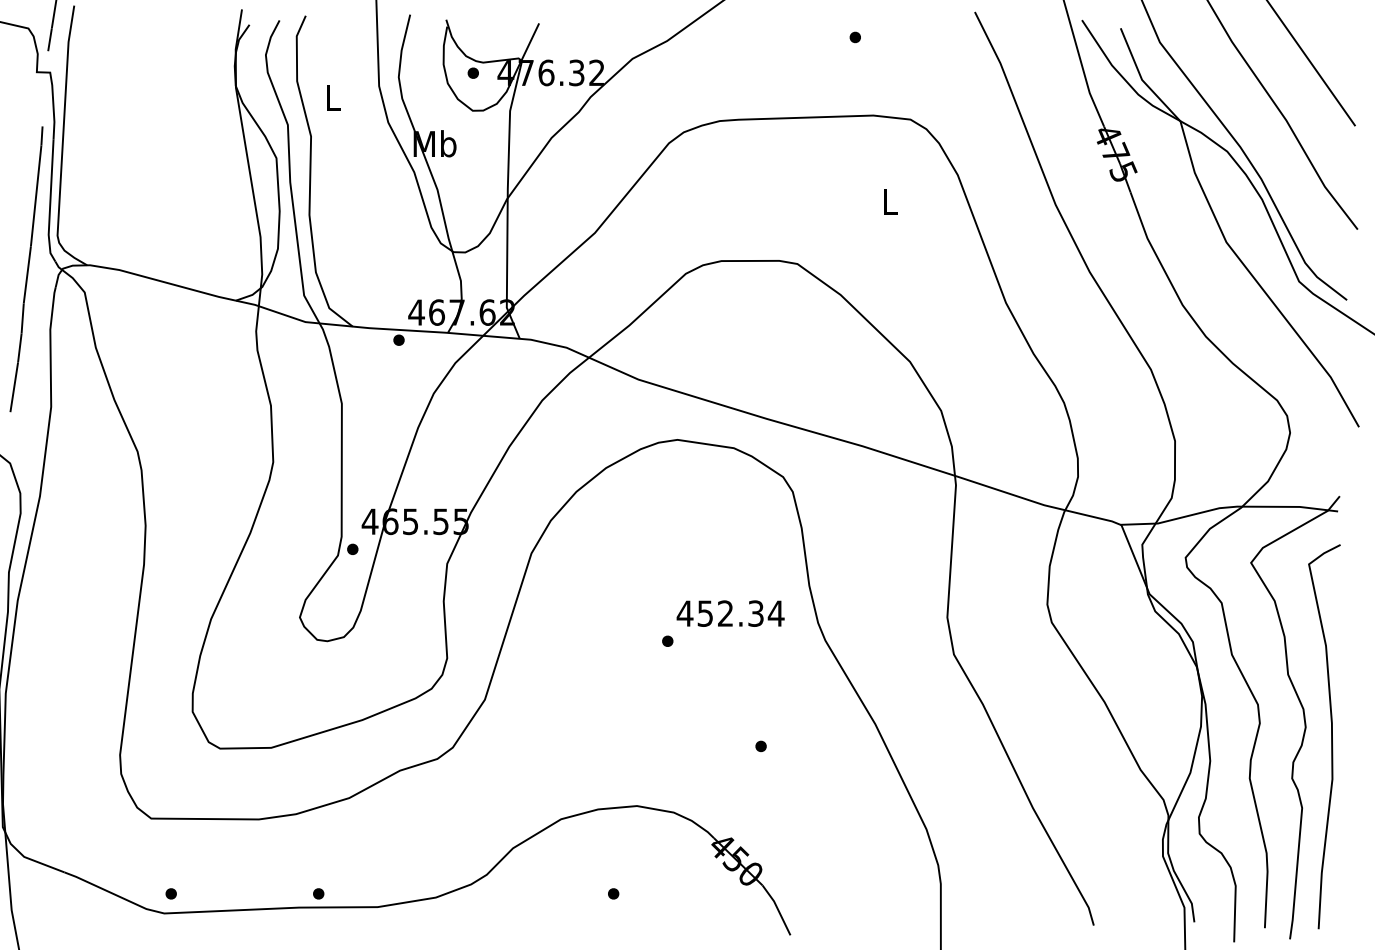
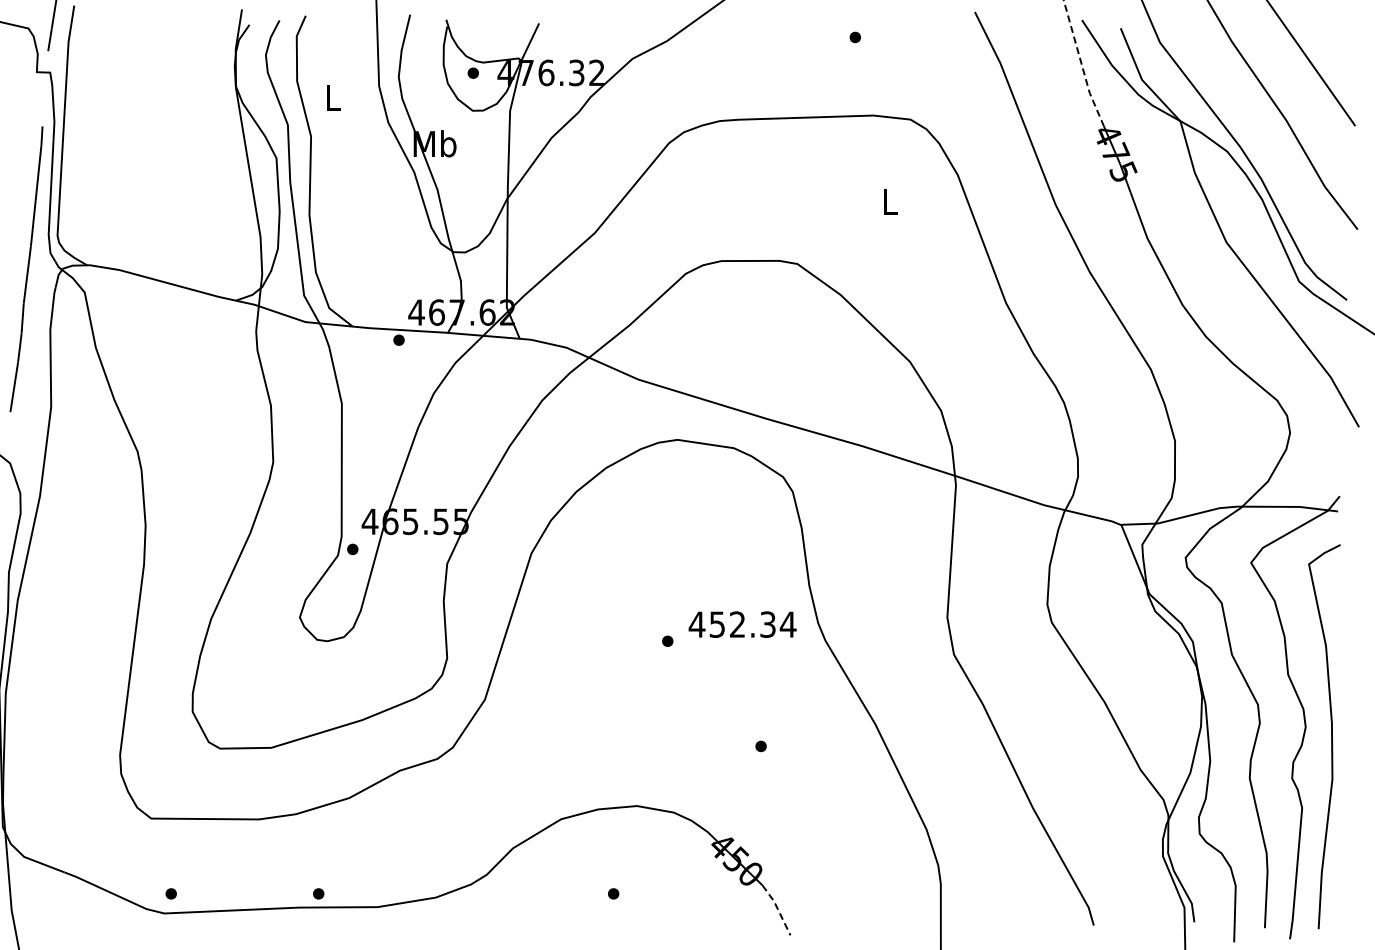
line at (1081, 65): solid -> dashed
text at (730, 613) position: (730, 613) -> (742, 624)
line at (777, 908): solid -> dashed
